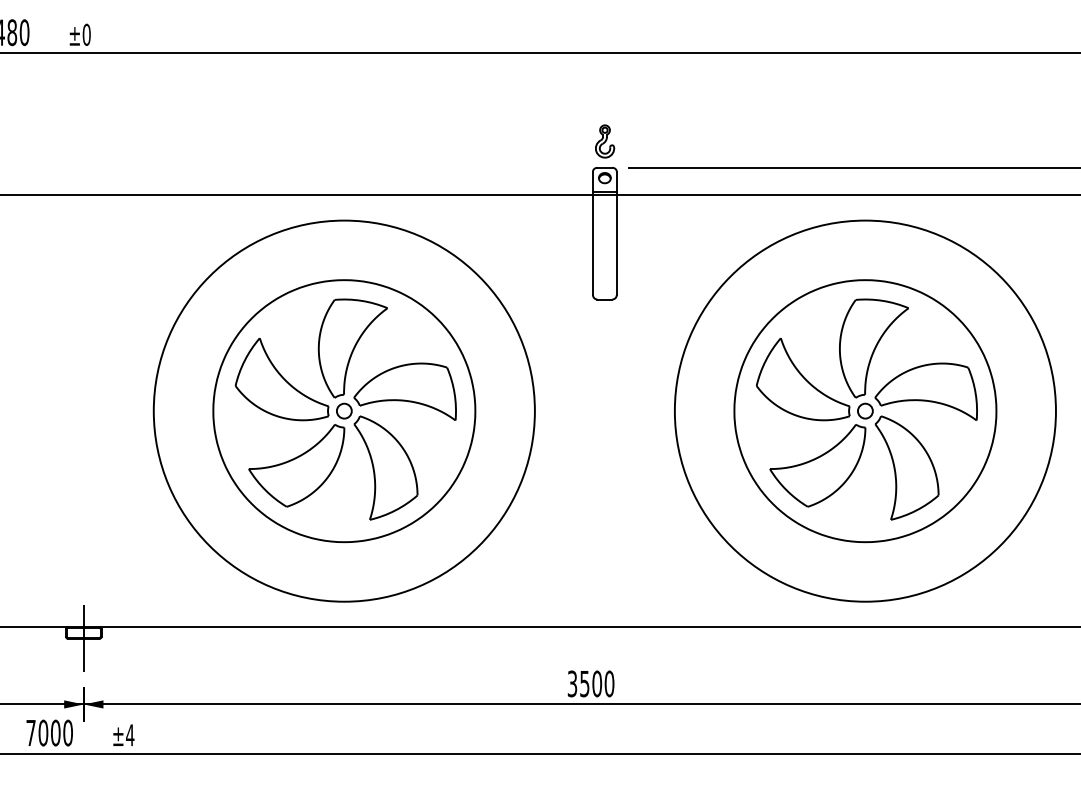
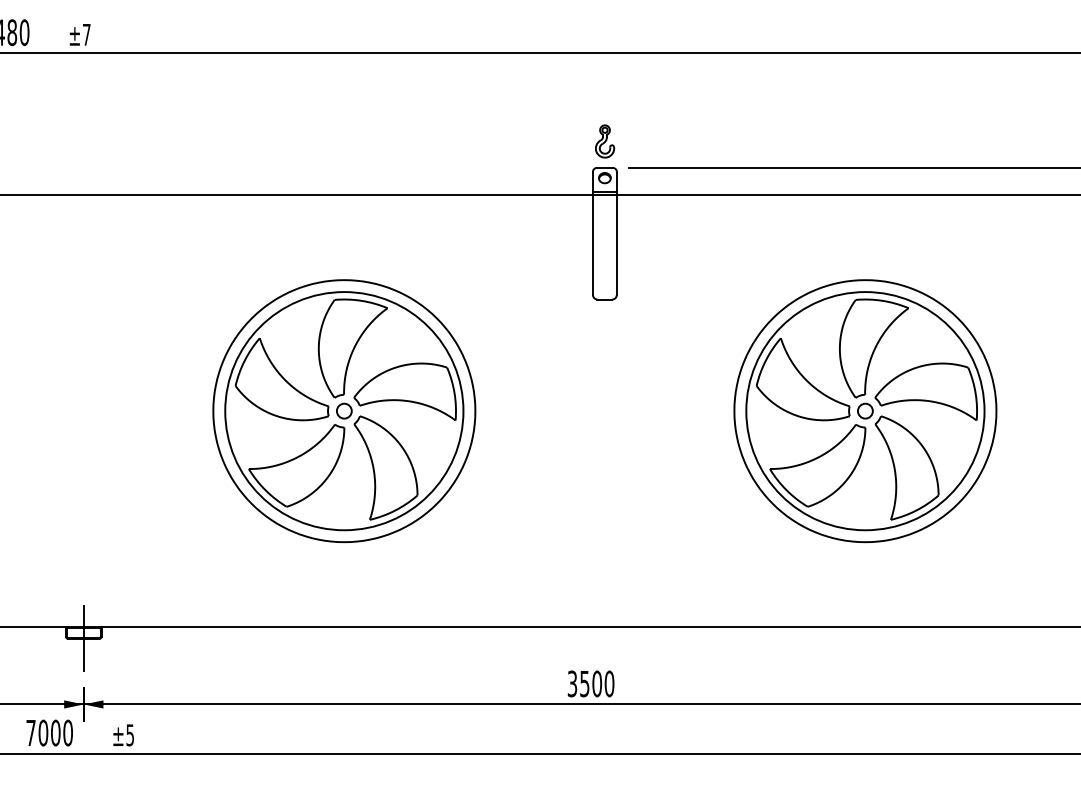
text at (86, 34): ±0 -> ±7
circle at (343, 410) diameter: 381 px -> 238 px
circle at (864, 410) diameter: 381 px -> 238 px
text at (130, 735): ±4 -> ±5
